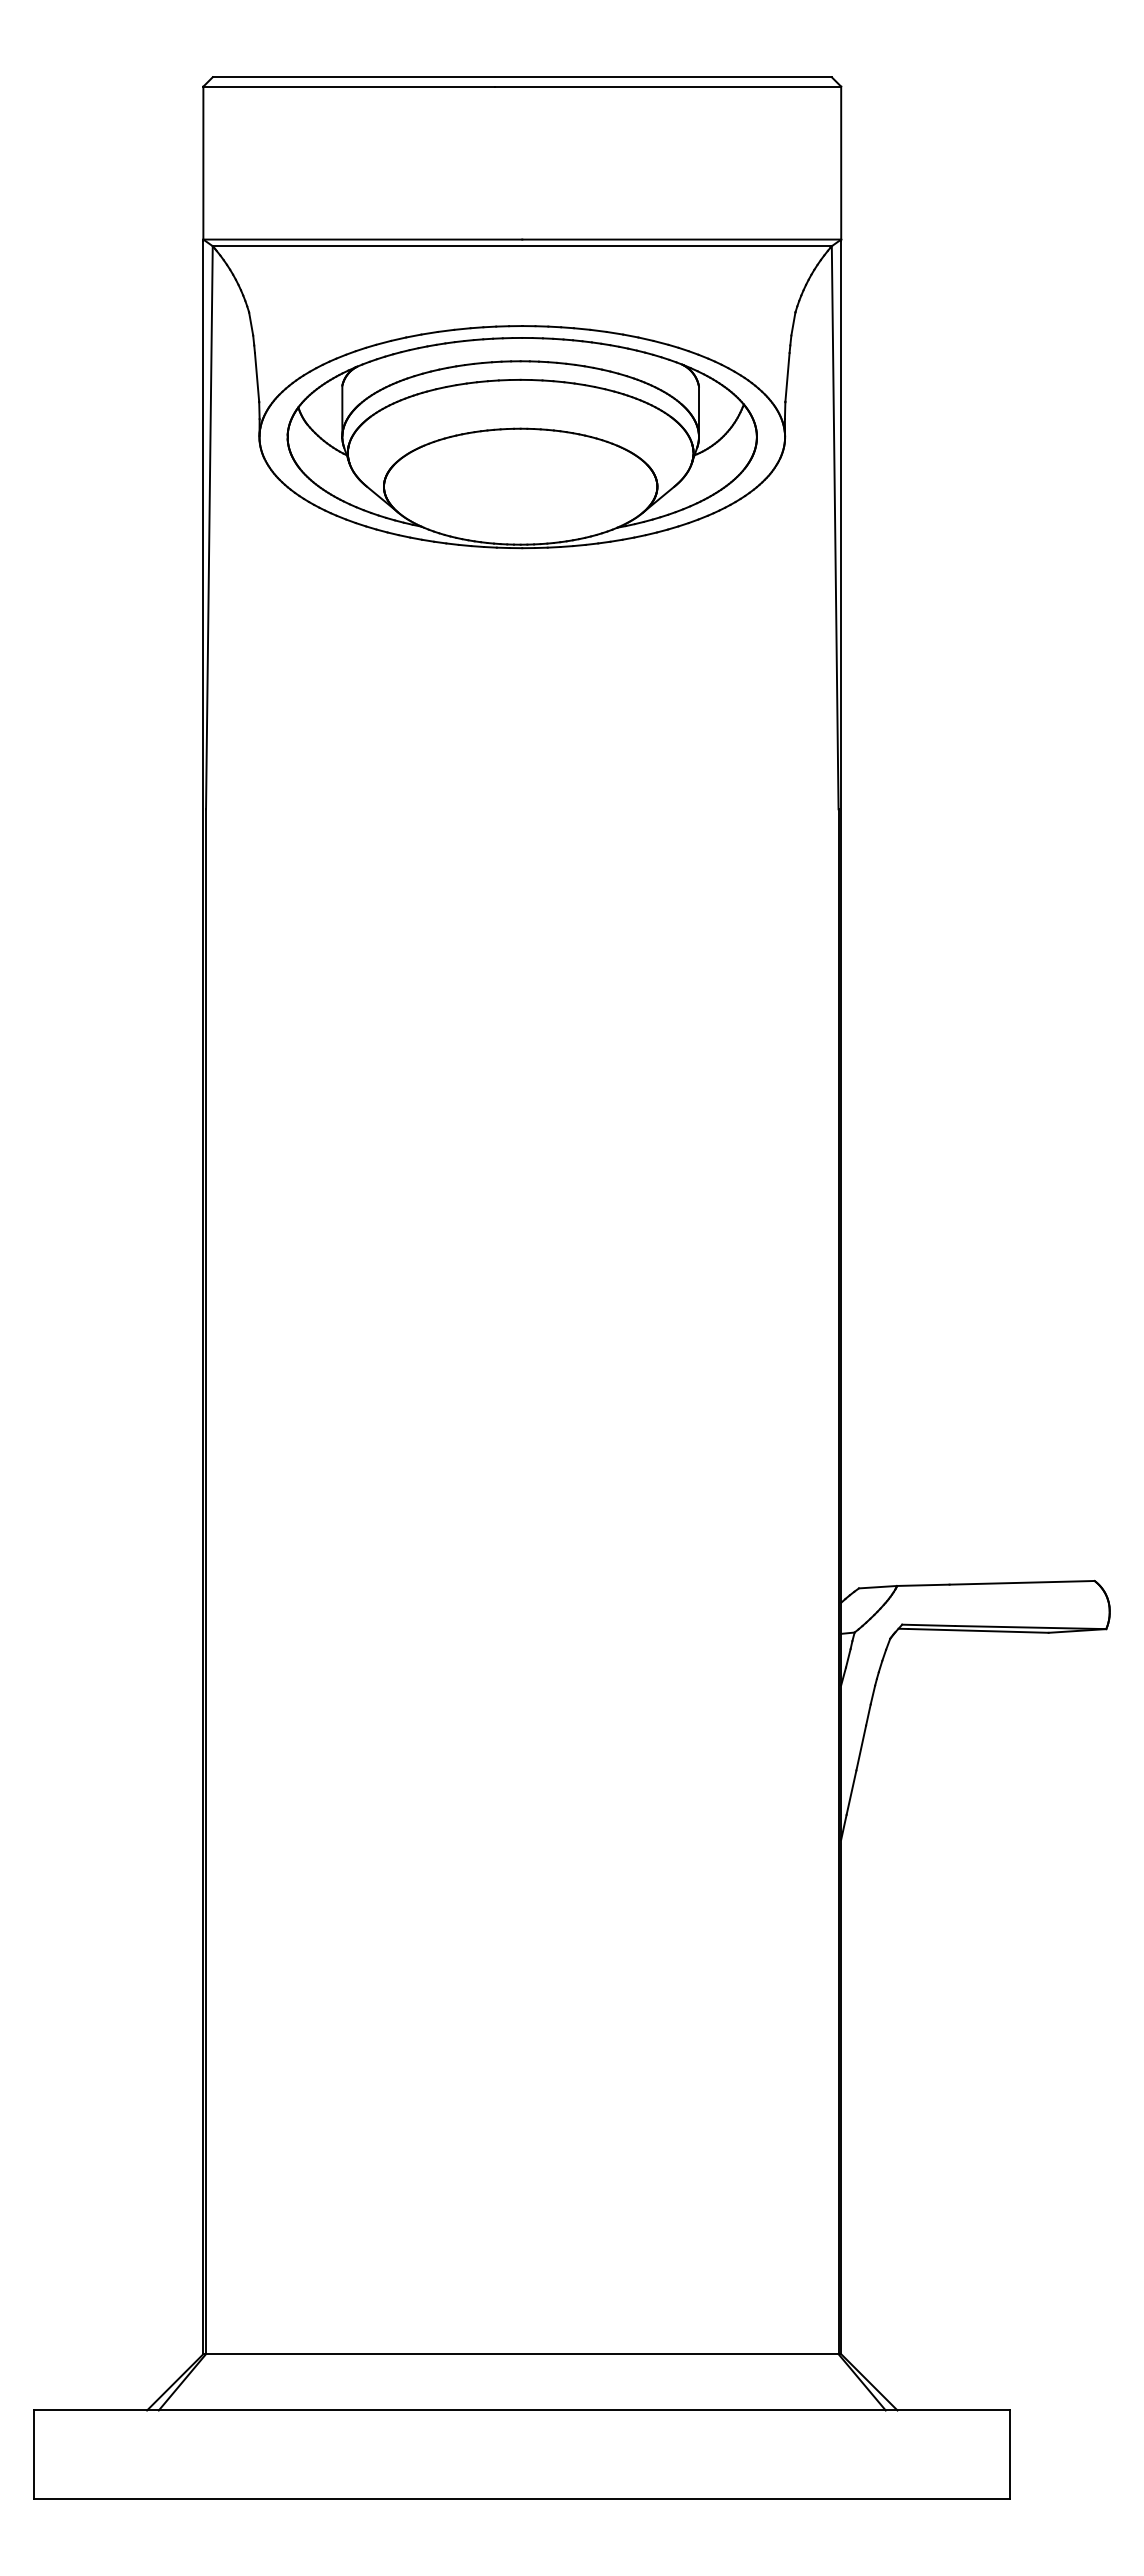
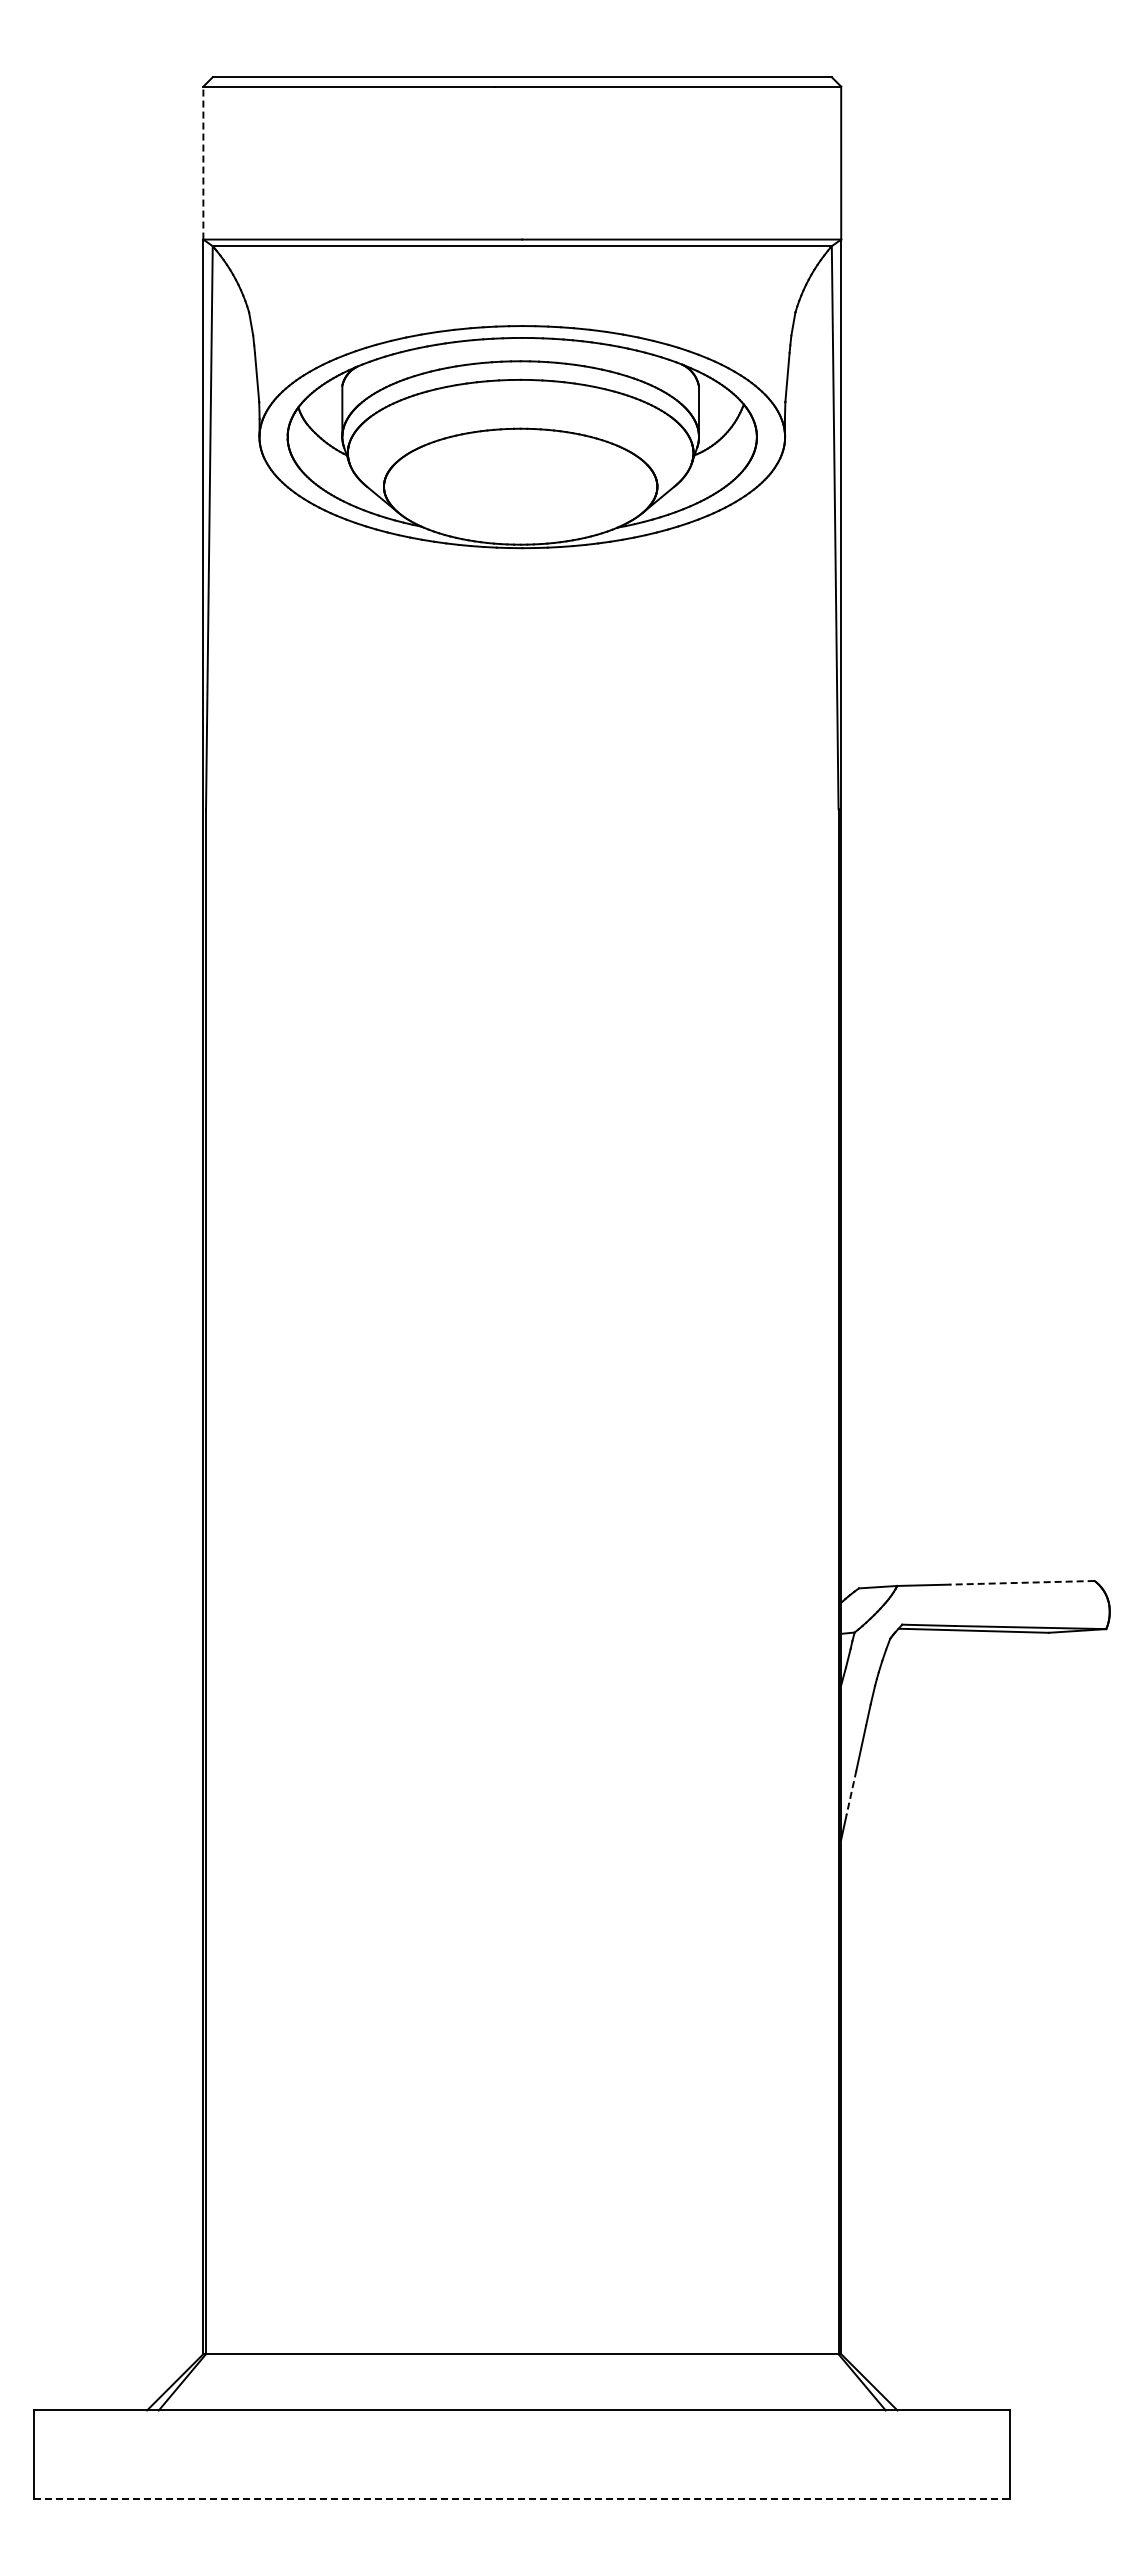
line at (203, 162): solid -> dashed
line at (1022, 1582): solid -> dashed
line at (851, 1792): solid -> dashed
line at (522, 2498): solid -> dashed
